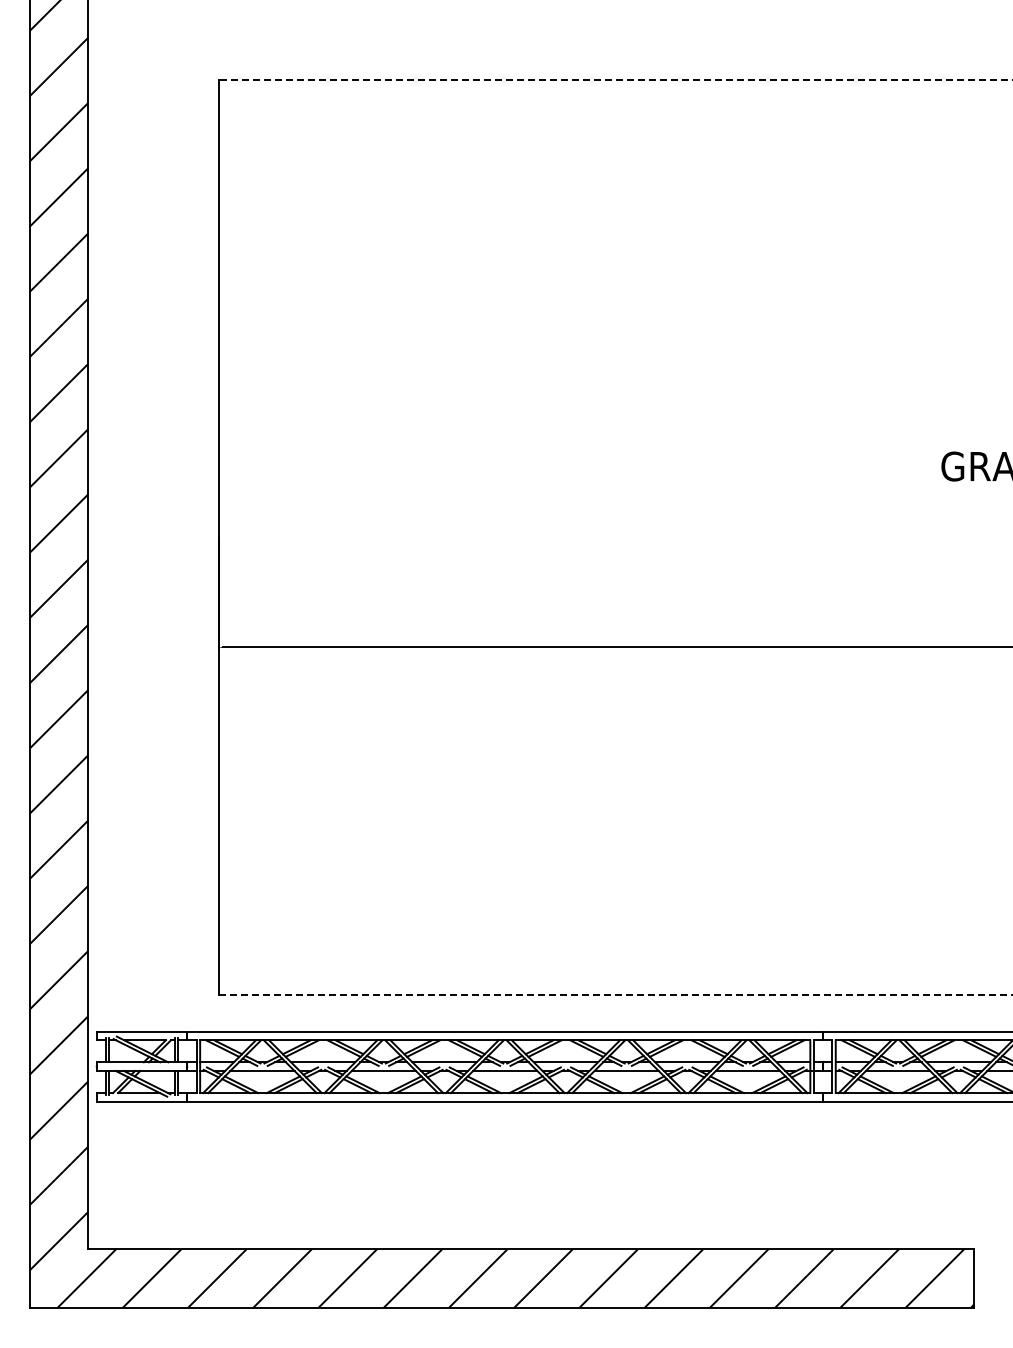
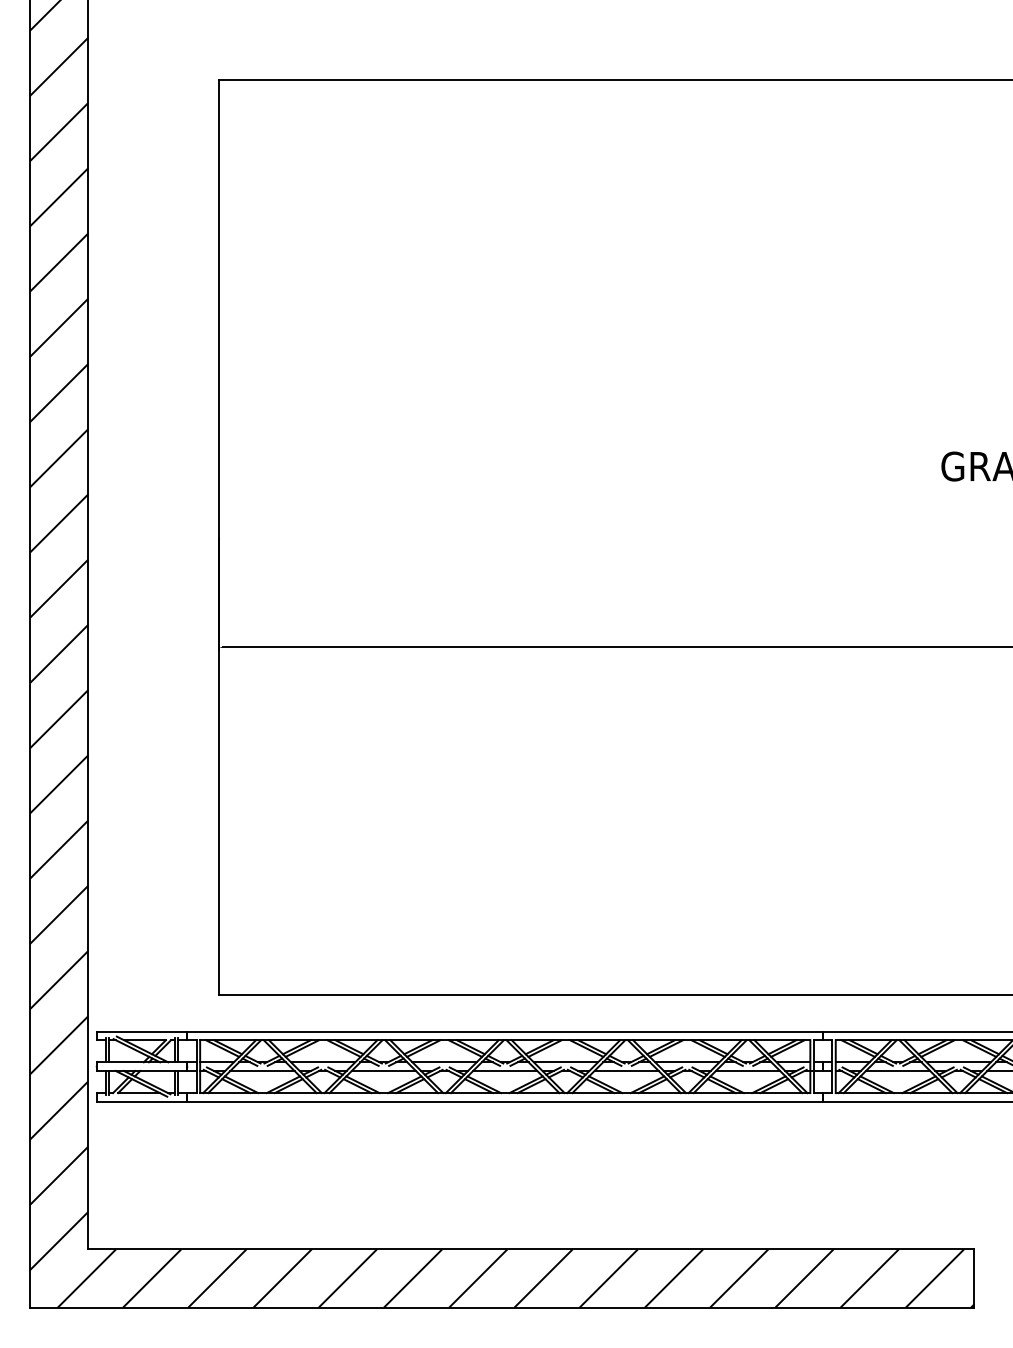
line at (615, 79): dashed -> solid
line at (615, 995): dashed -> solid
